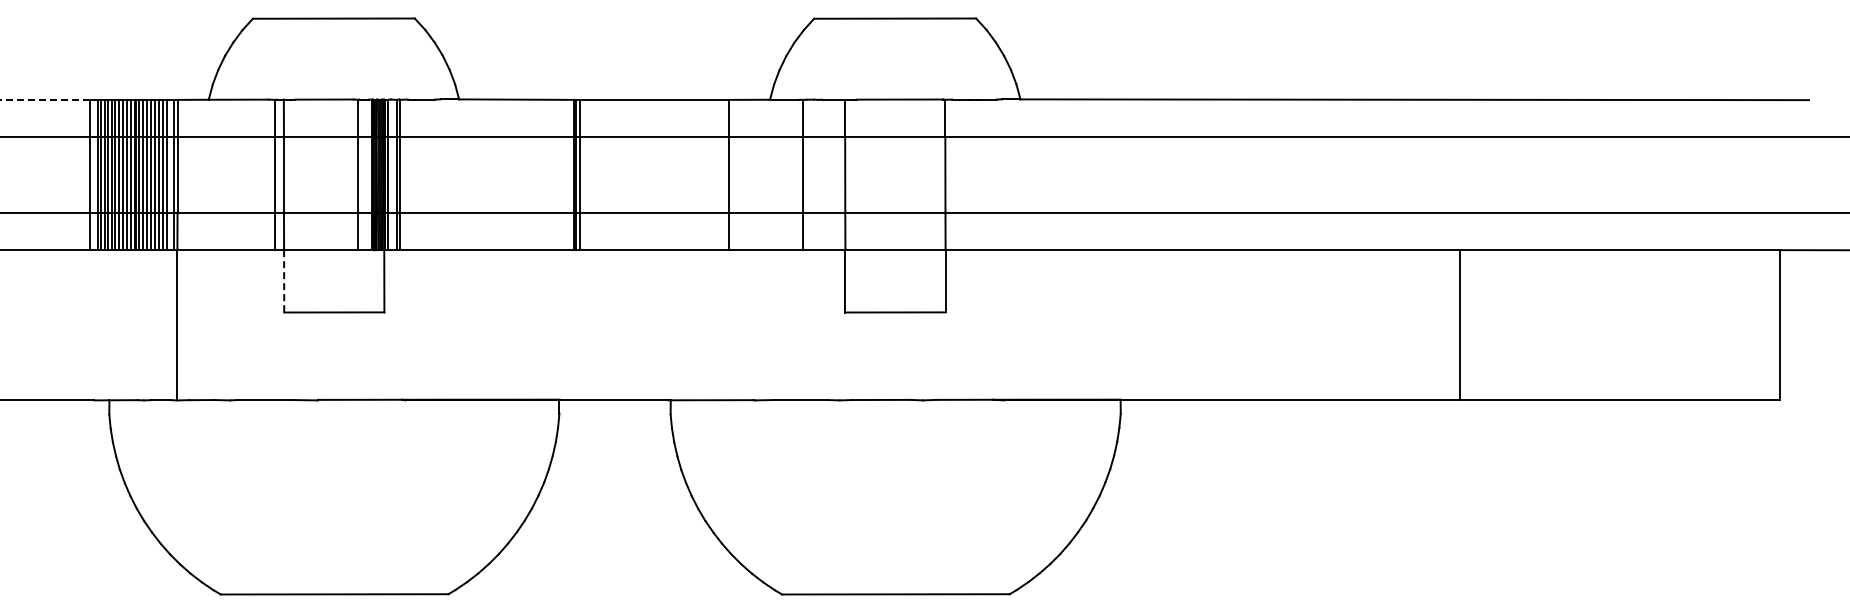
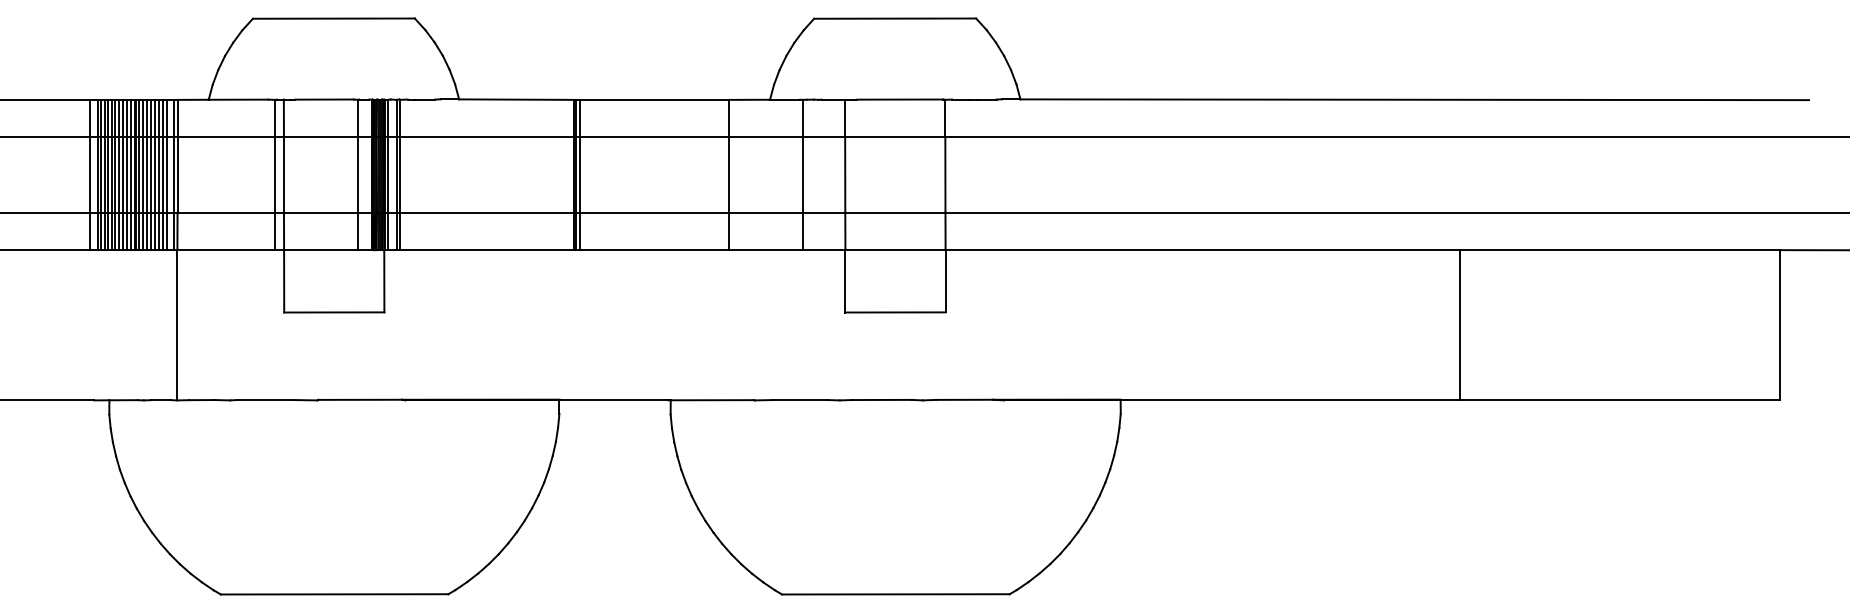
line at (45, 99): dashed -> solid
line at (284, 281): dashed -> solid
